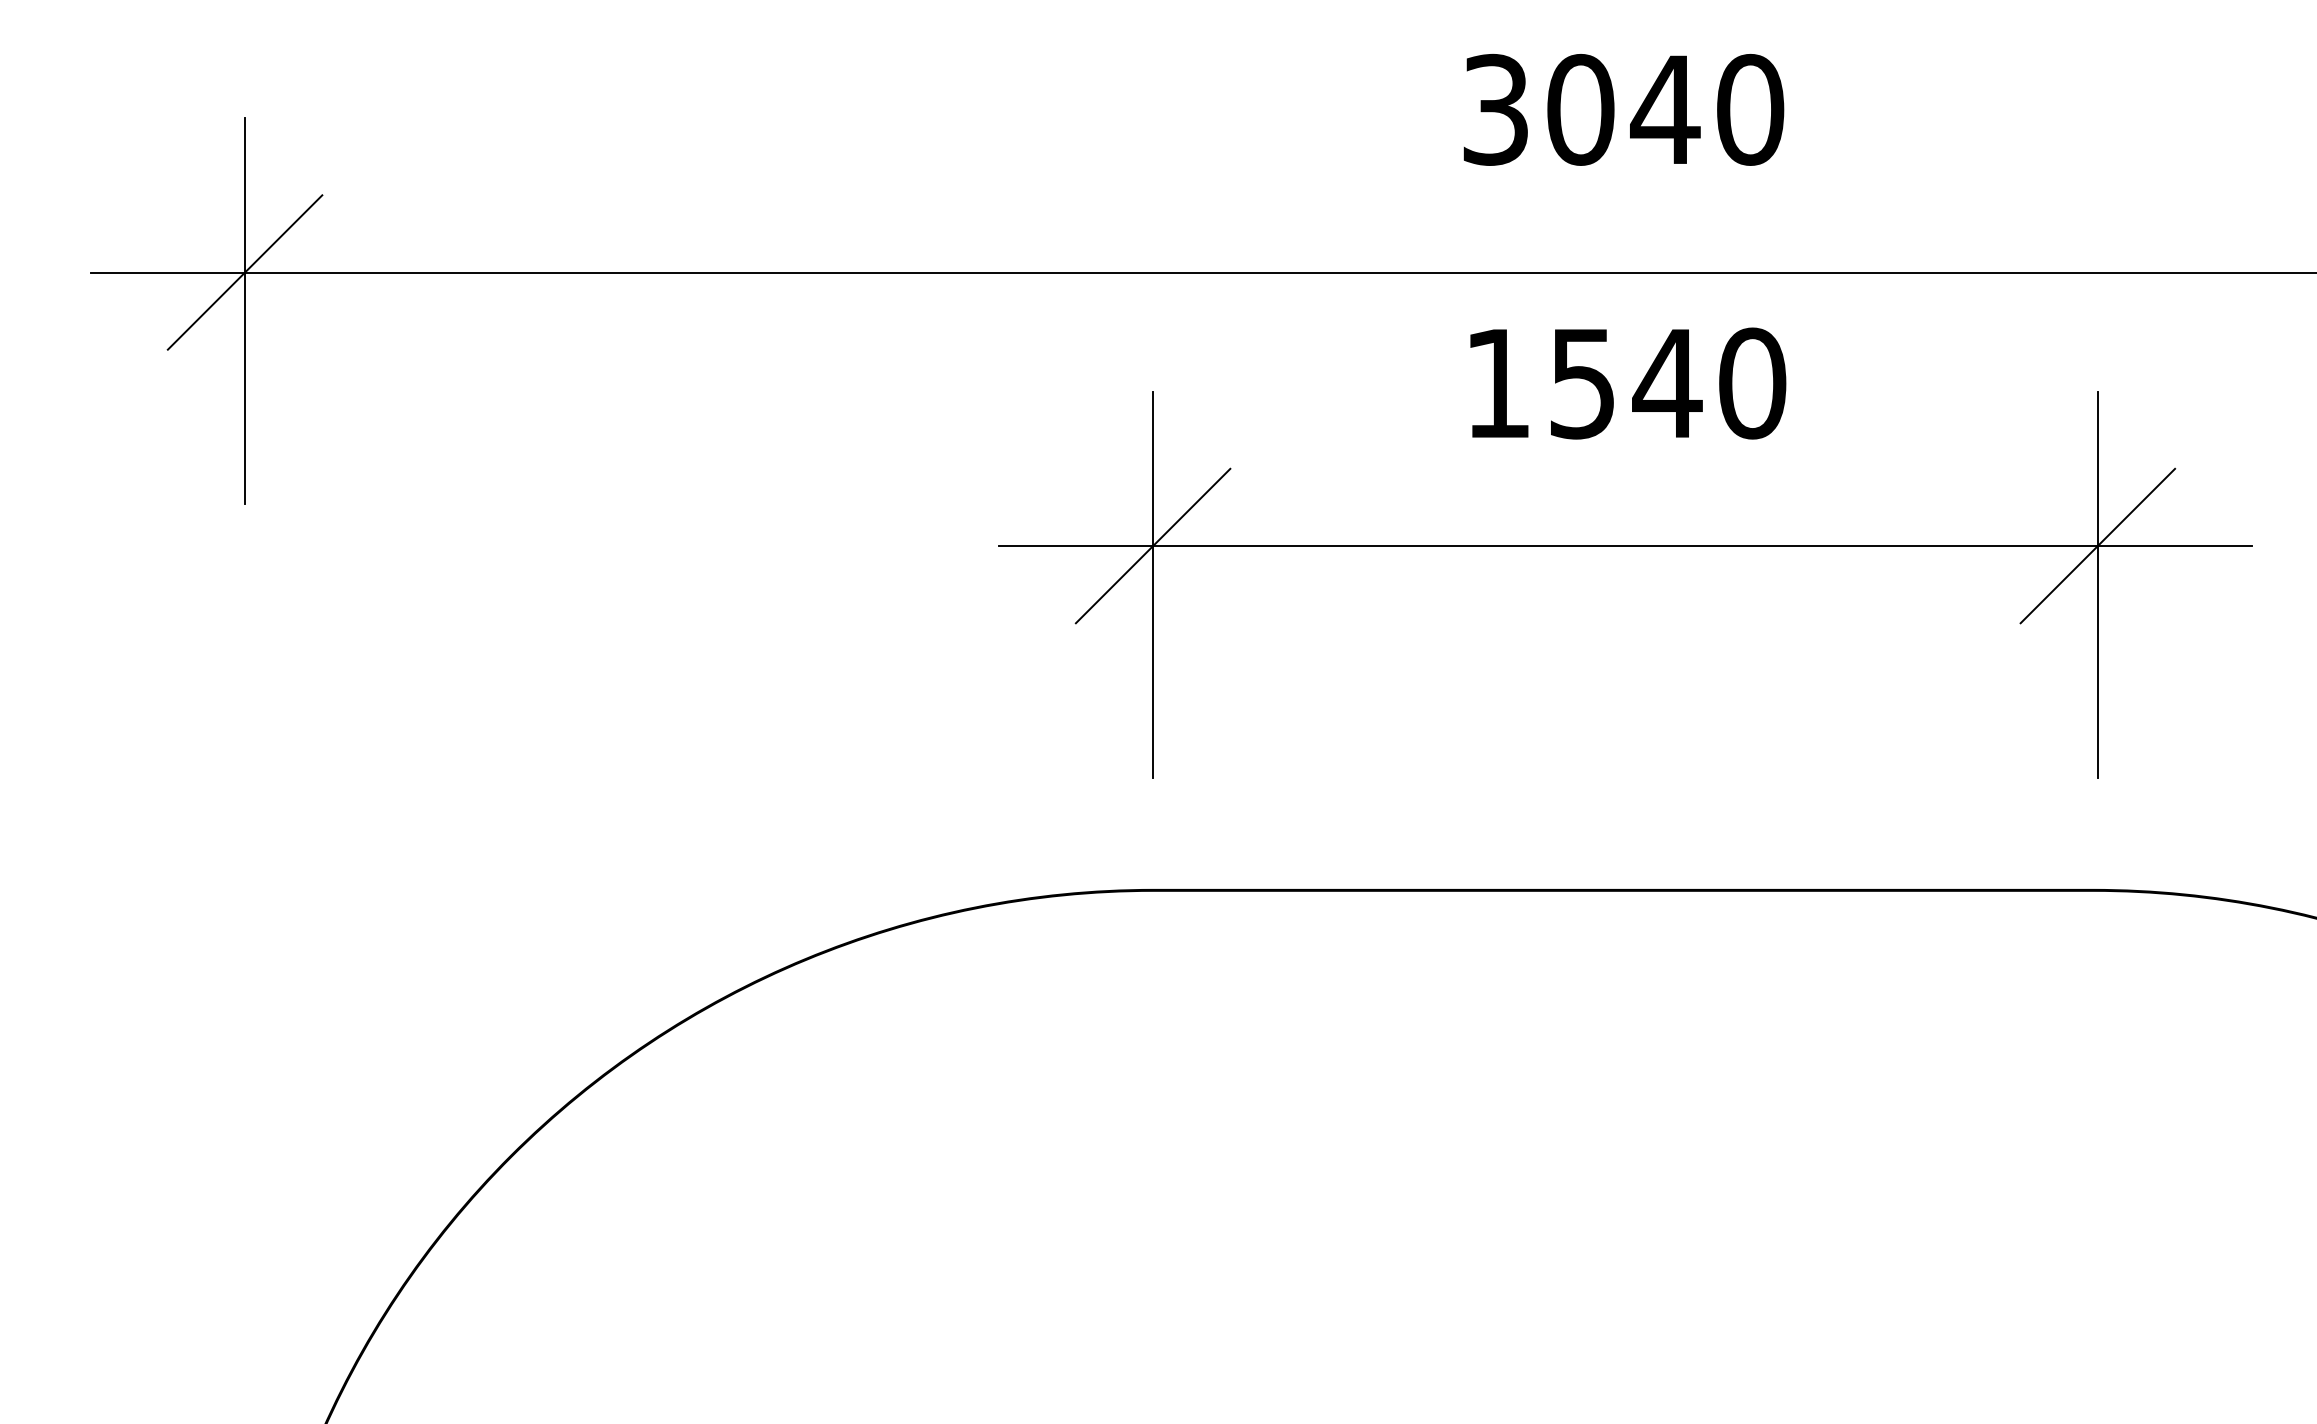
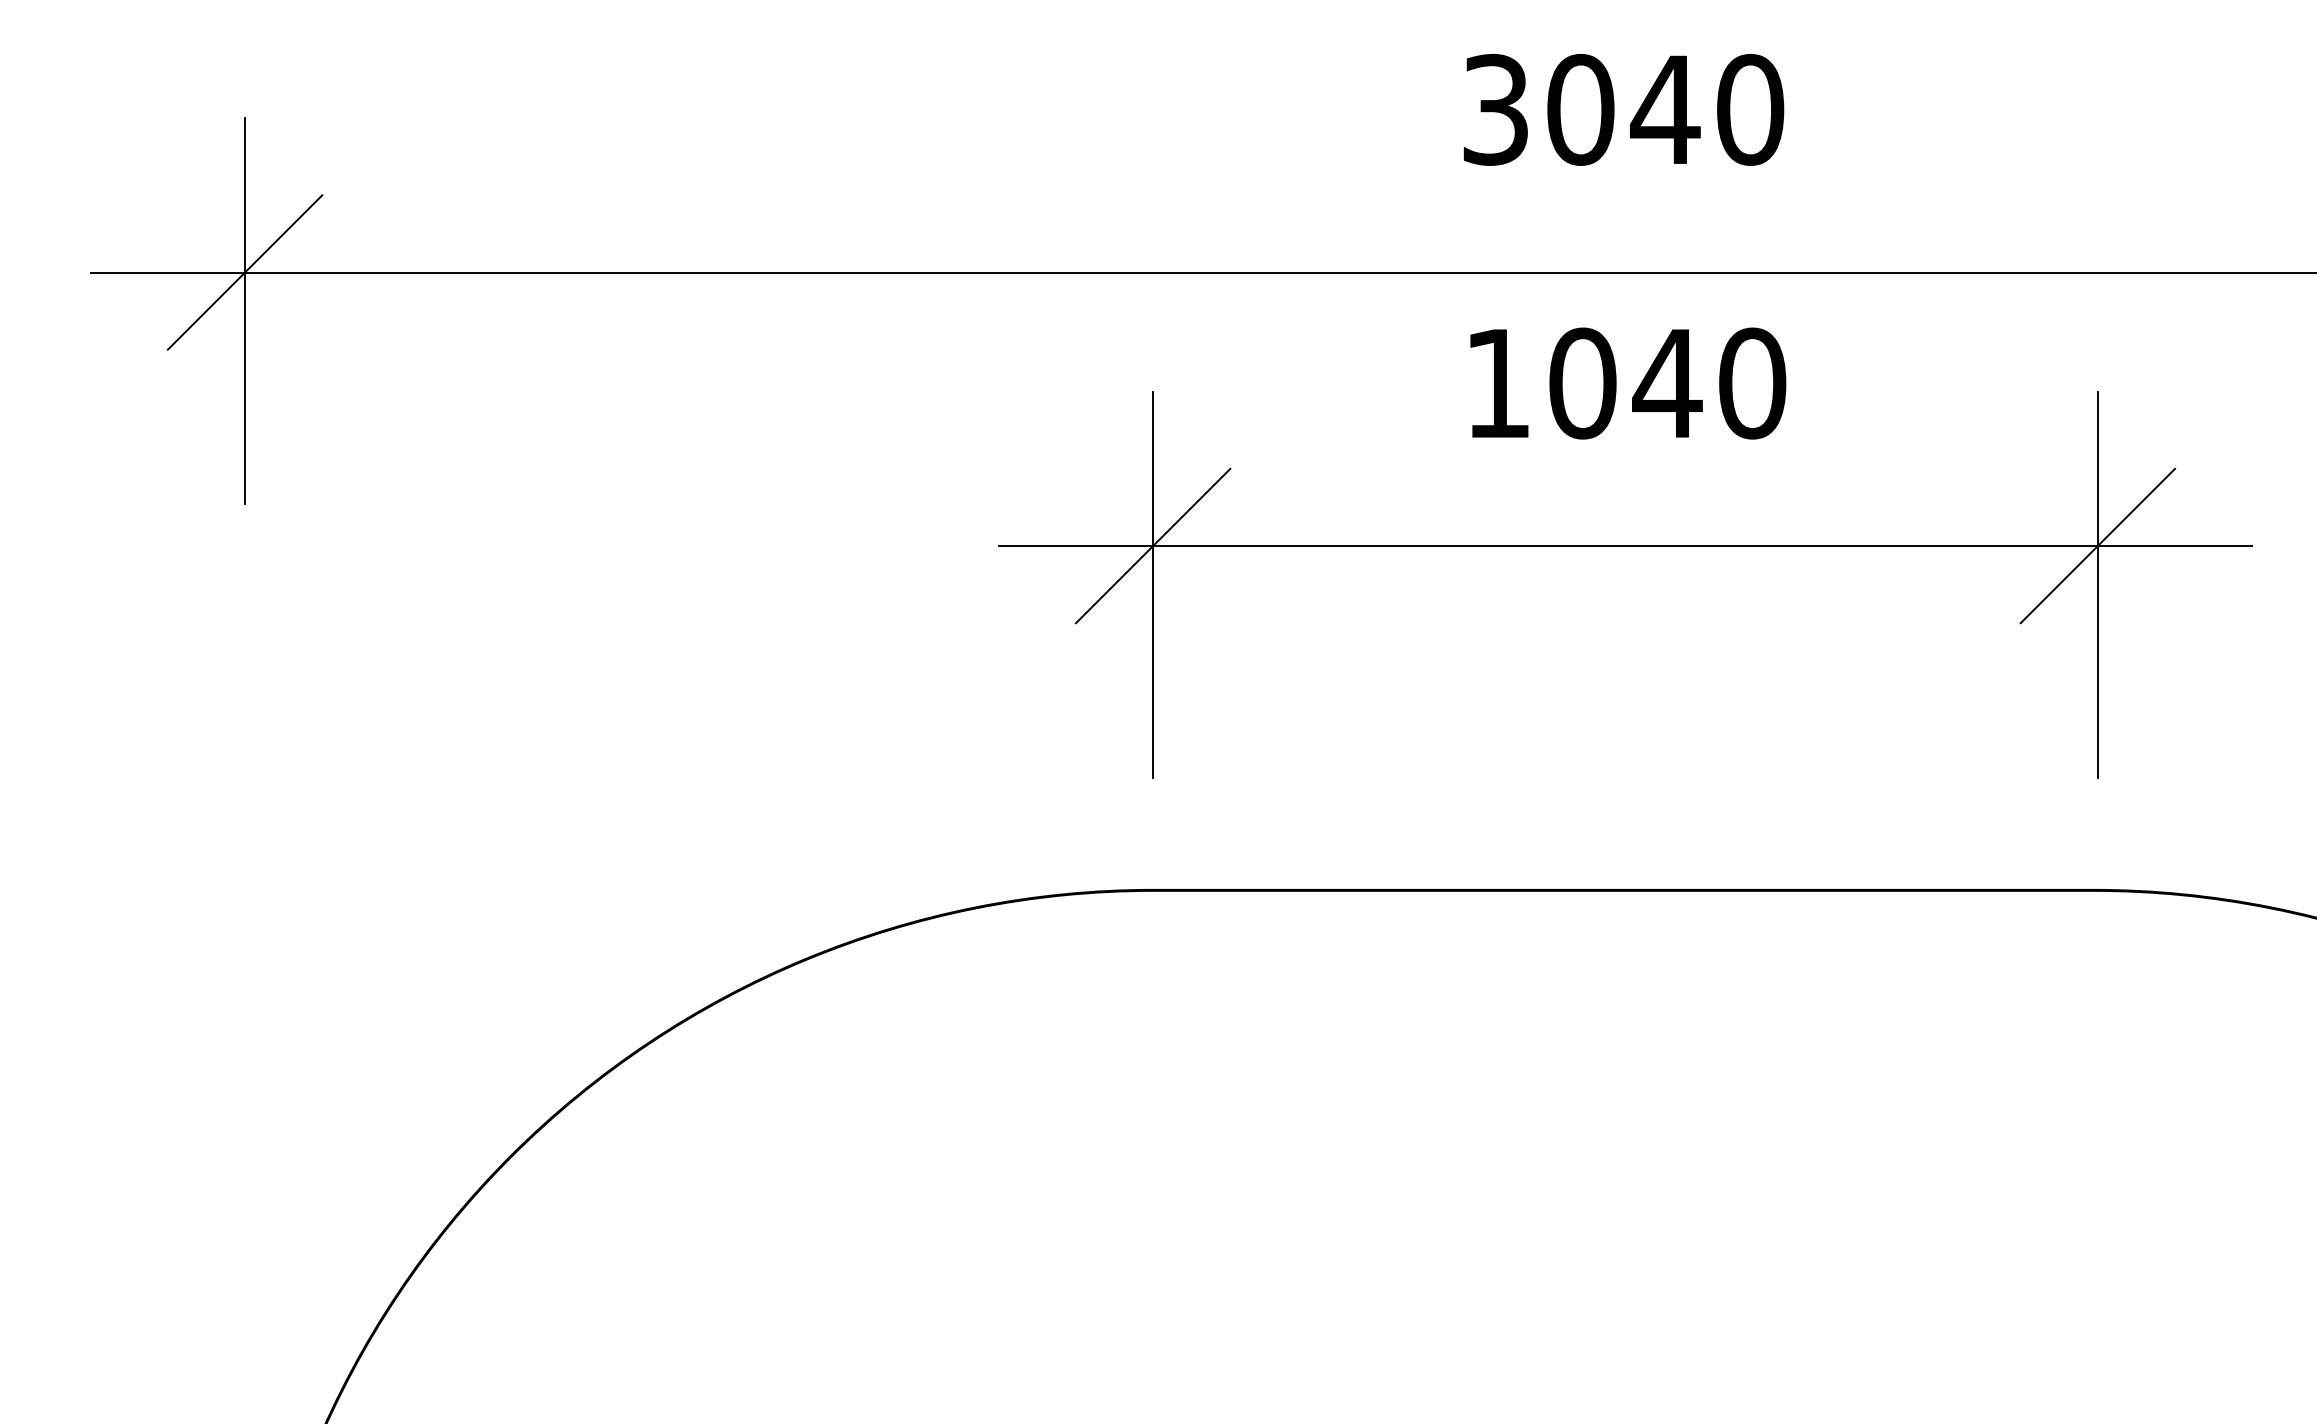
text at (1582, 383): 1540 -> 1040
